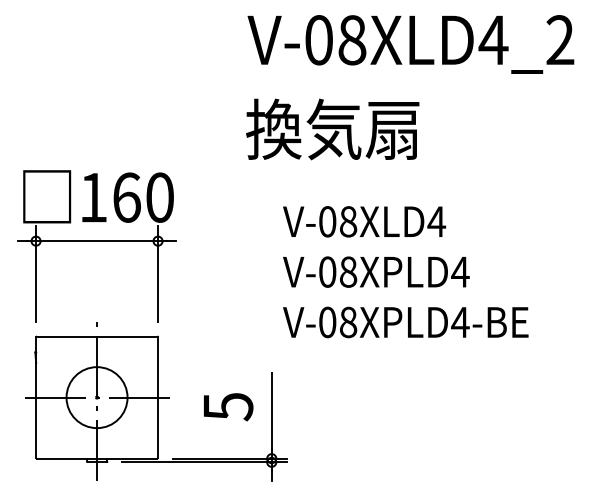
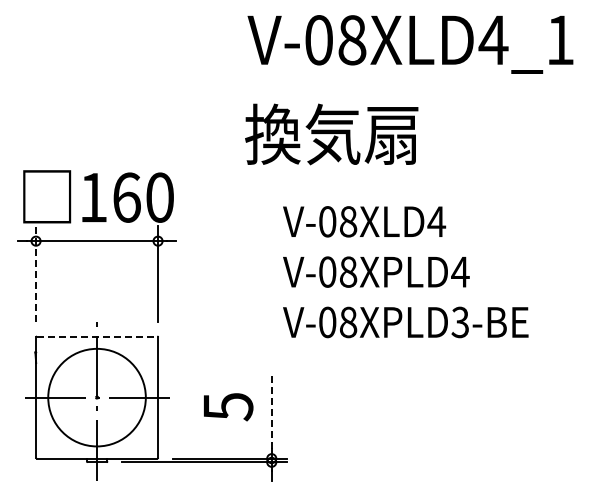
text at (560, 39): V-08XLD4_2 -> V-08XLD4_1
text at (332, 129) position: (332, 129) -> (331, 134)
line at (36, 273): solid -> dashed
text at (460, 322): V-08XPLD4-BE -> V-08XPLD3-BE
line at (97, 336): solid -> dashed
circle at (96, 397) diameter: 61 px -> 98 px
line at (271, 410): solid -> dashed
